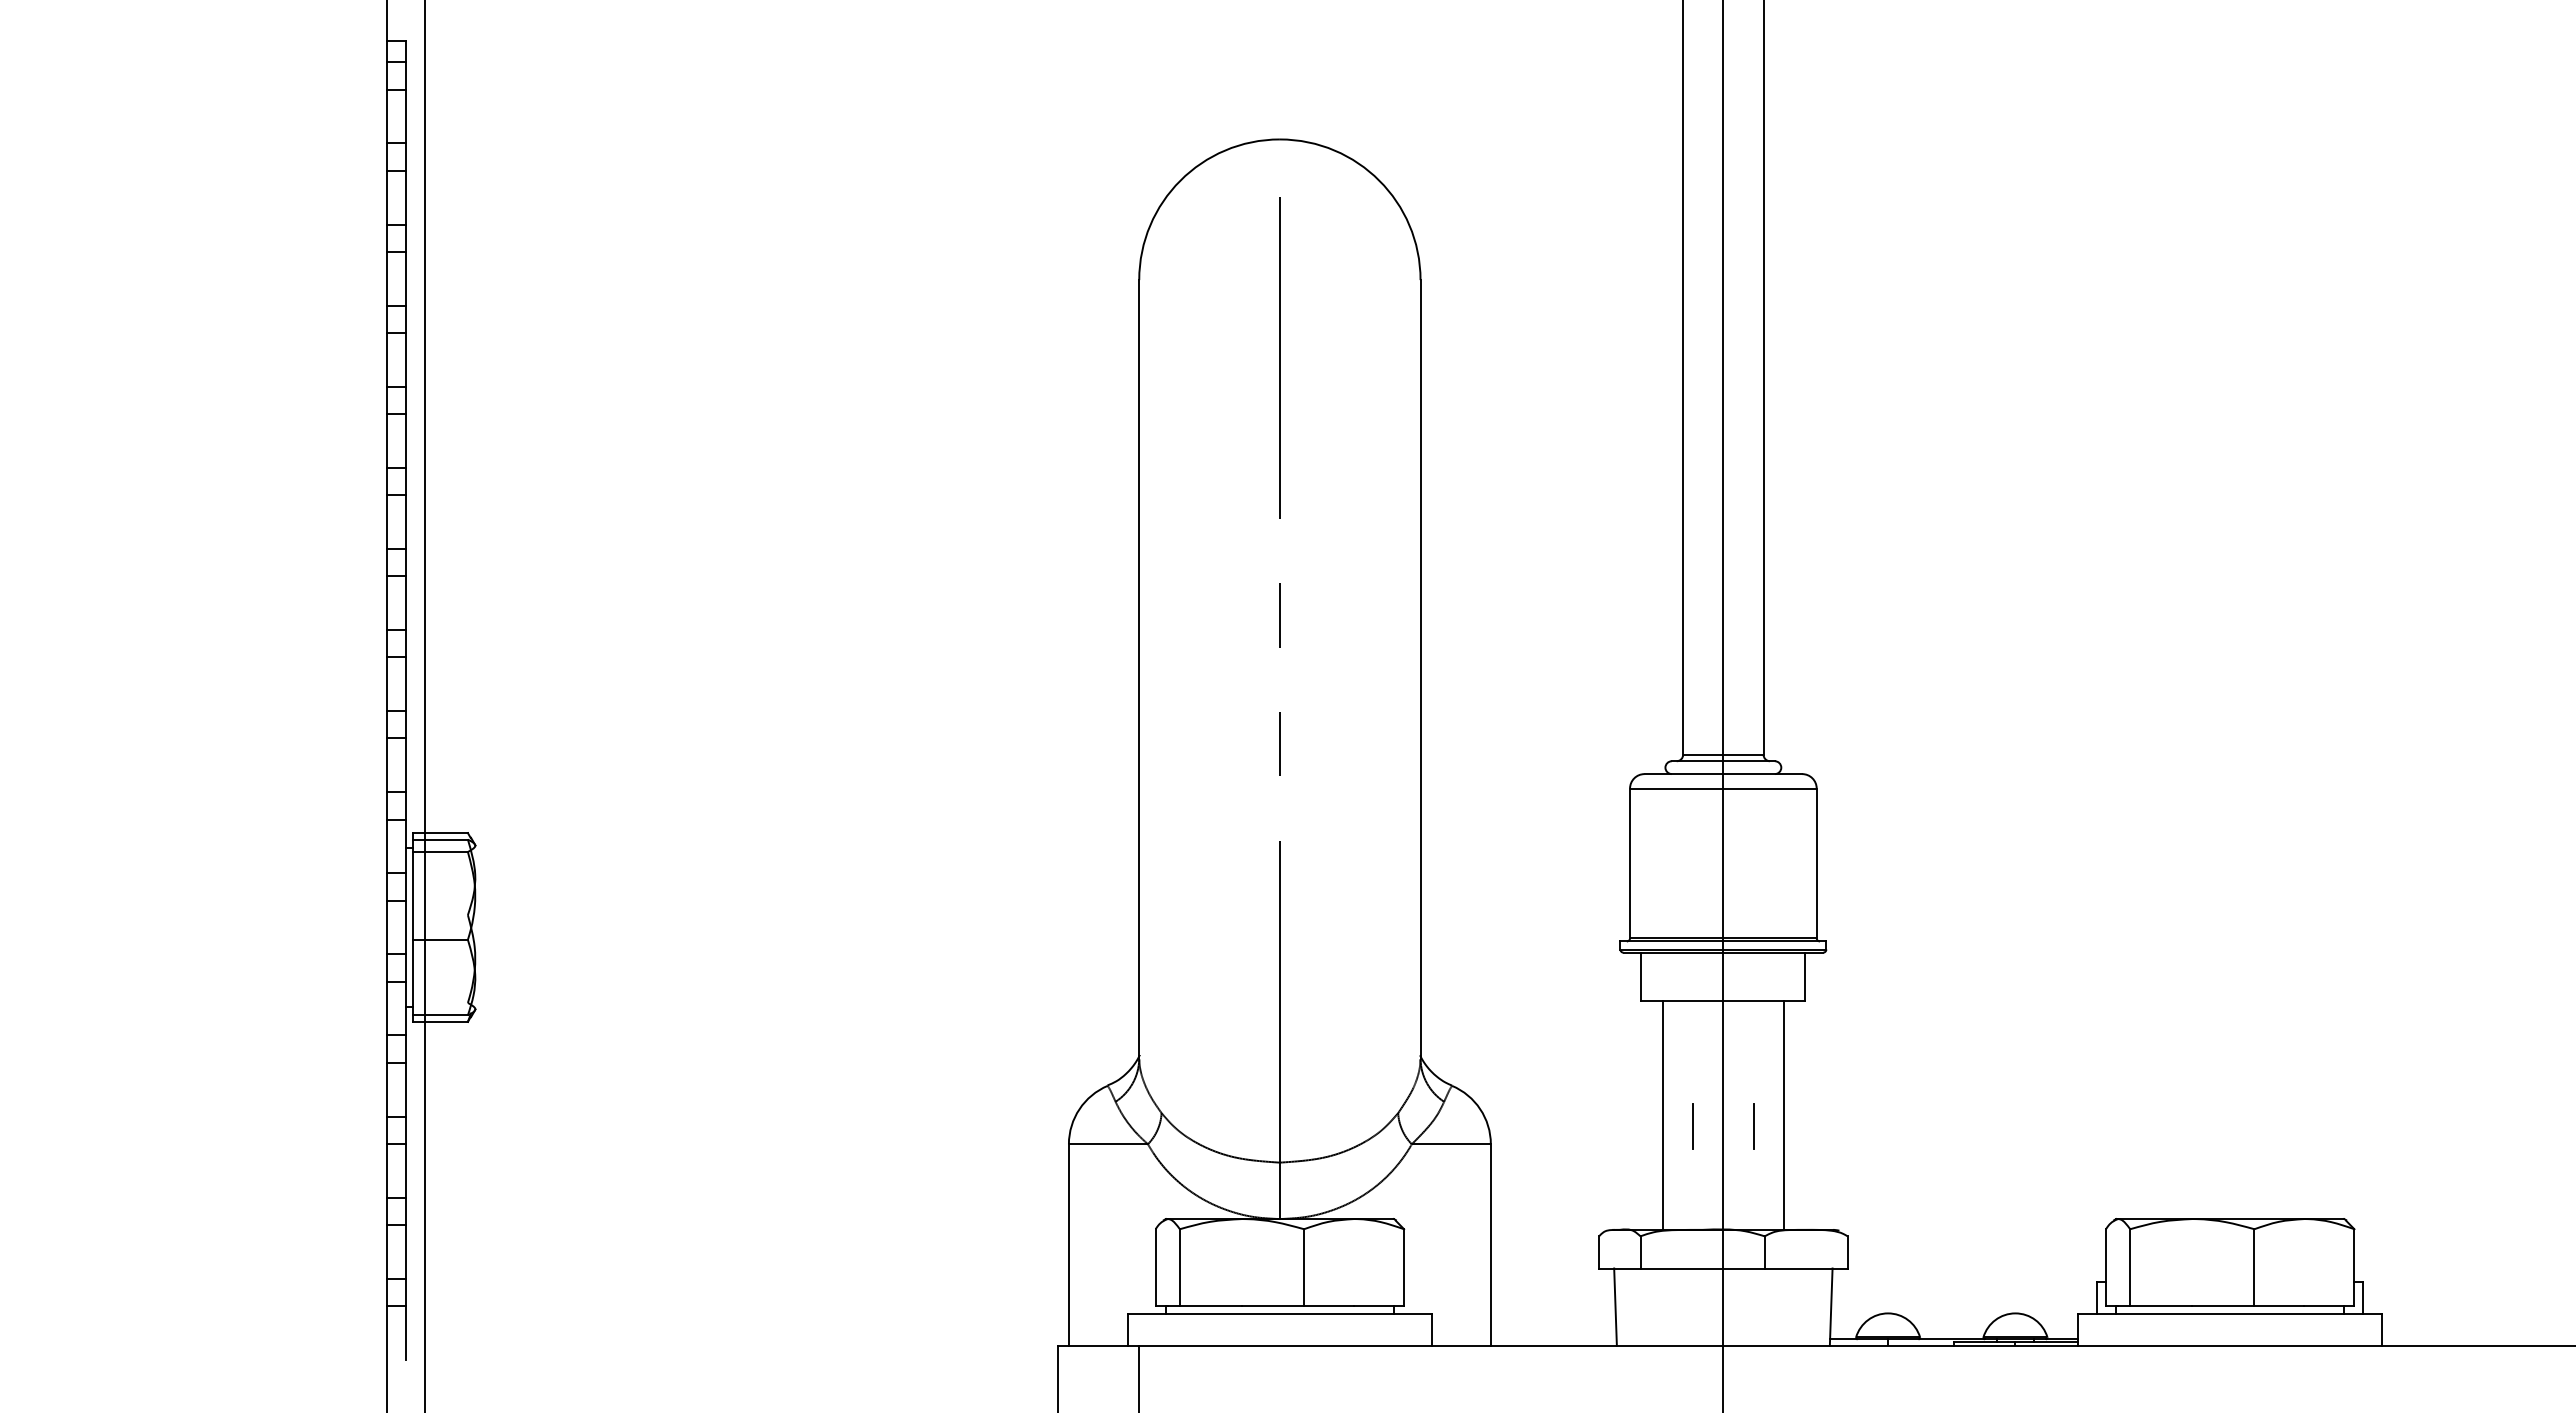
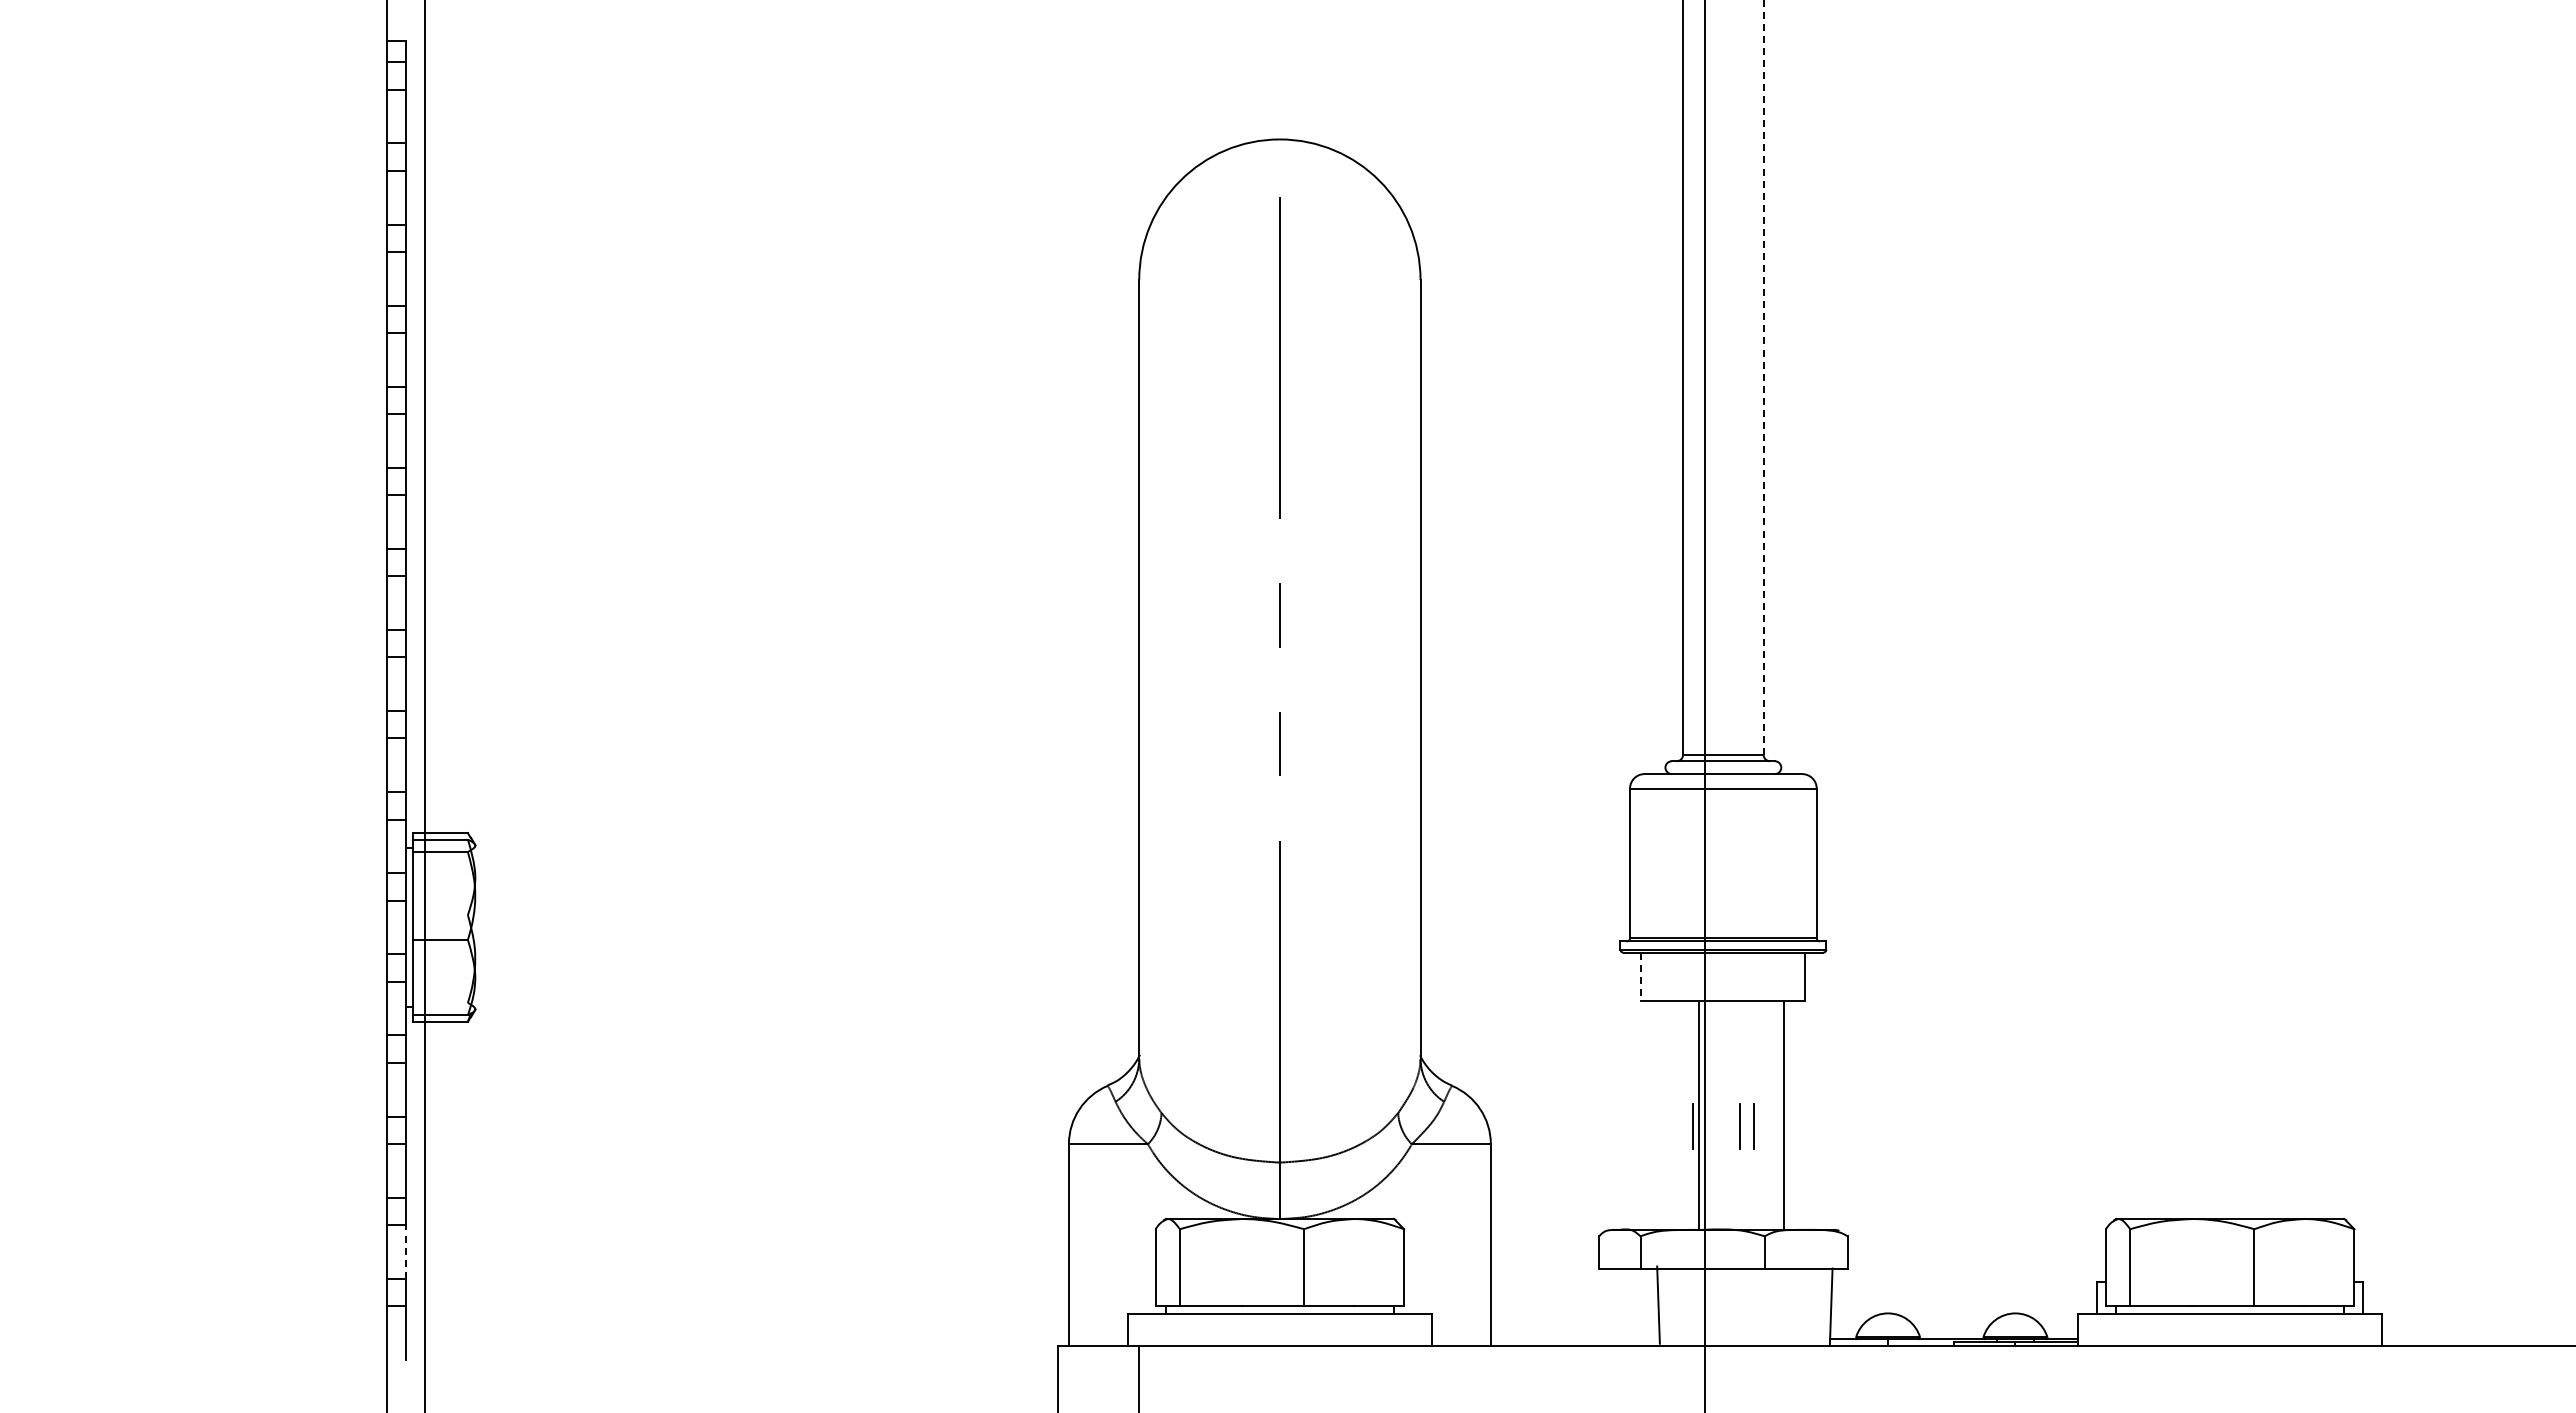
line at (1763, 377): solid -> dashed
line at (1723, 705) position: (1723, 705) -> (1705, 705)
line at (1641, 977): solid -> dashed
line at (1662, 1115) position: (1662, 1115) -> (1698, 1115)
line at (1739, 1126): none -> present
line at (405, 1251): solid -> dashed
line at (1615, 1306) position: (1615, 1306) -> (1658, 1304)
